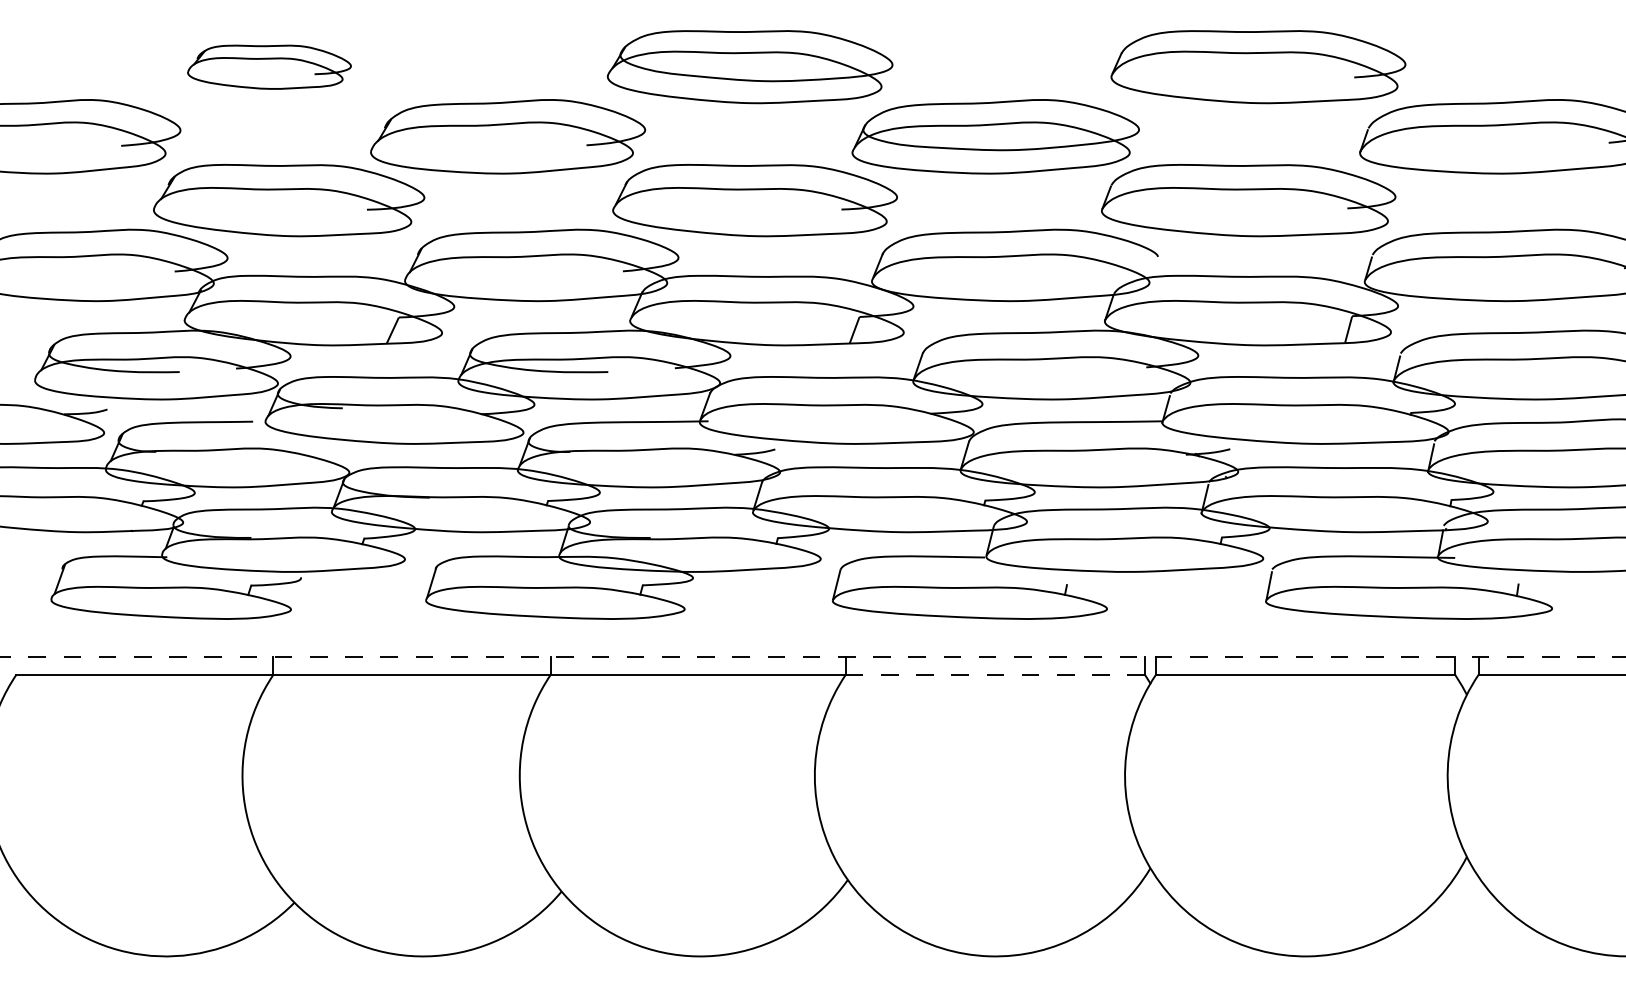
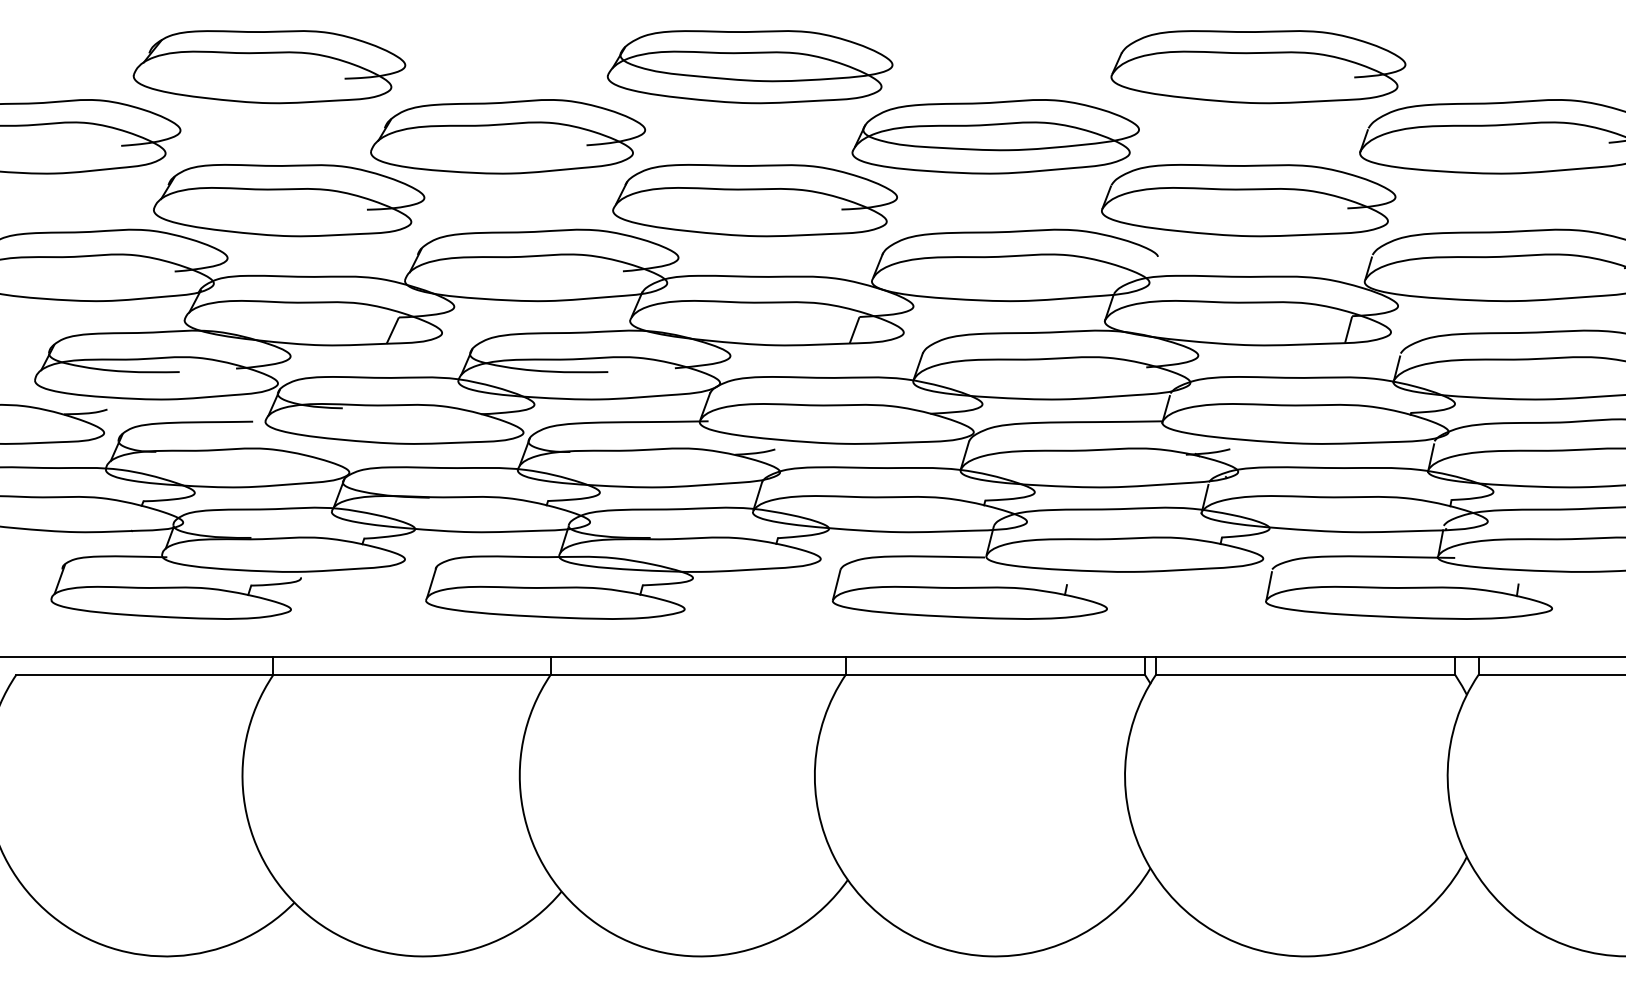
part at (269, 66) size: 165x46 px -> 275x75 px
line at (813, 657): dashed -> solid
line at (995, 674): dashed -> solid
